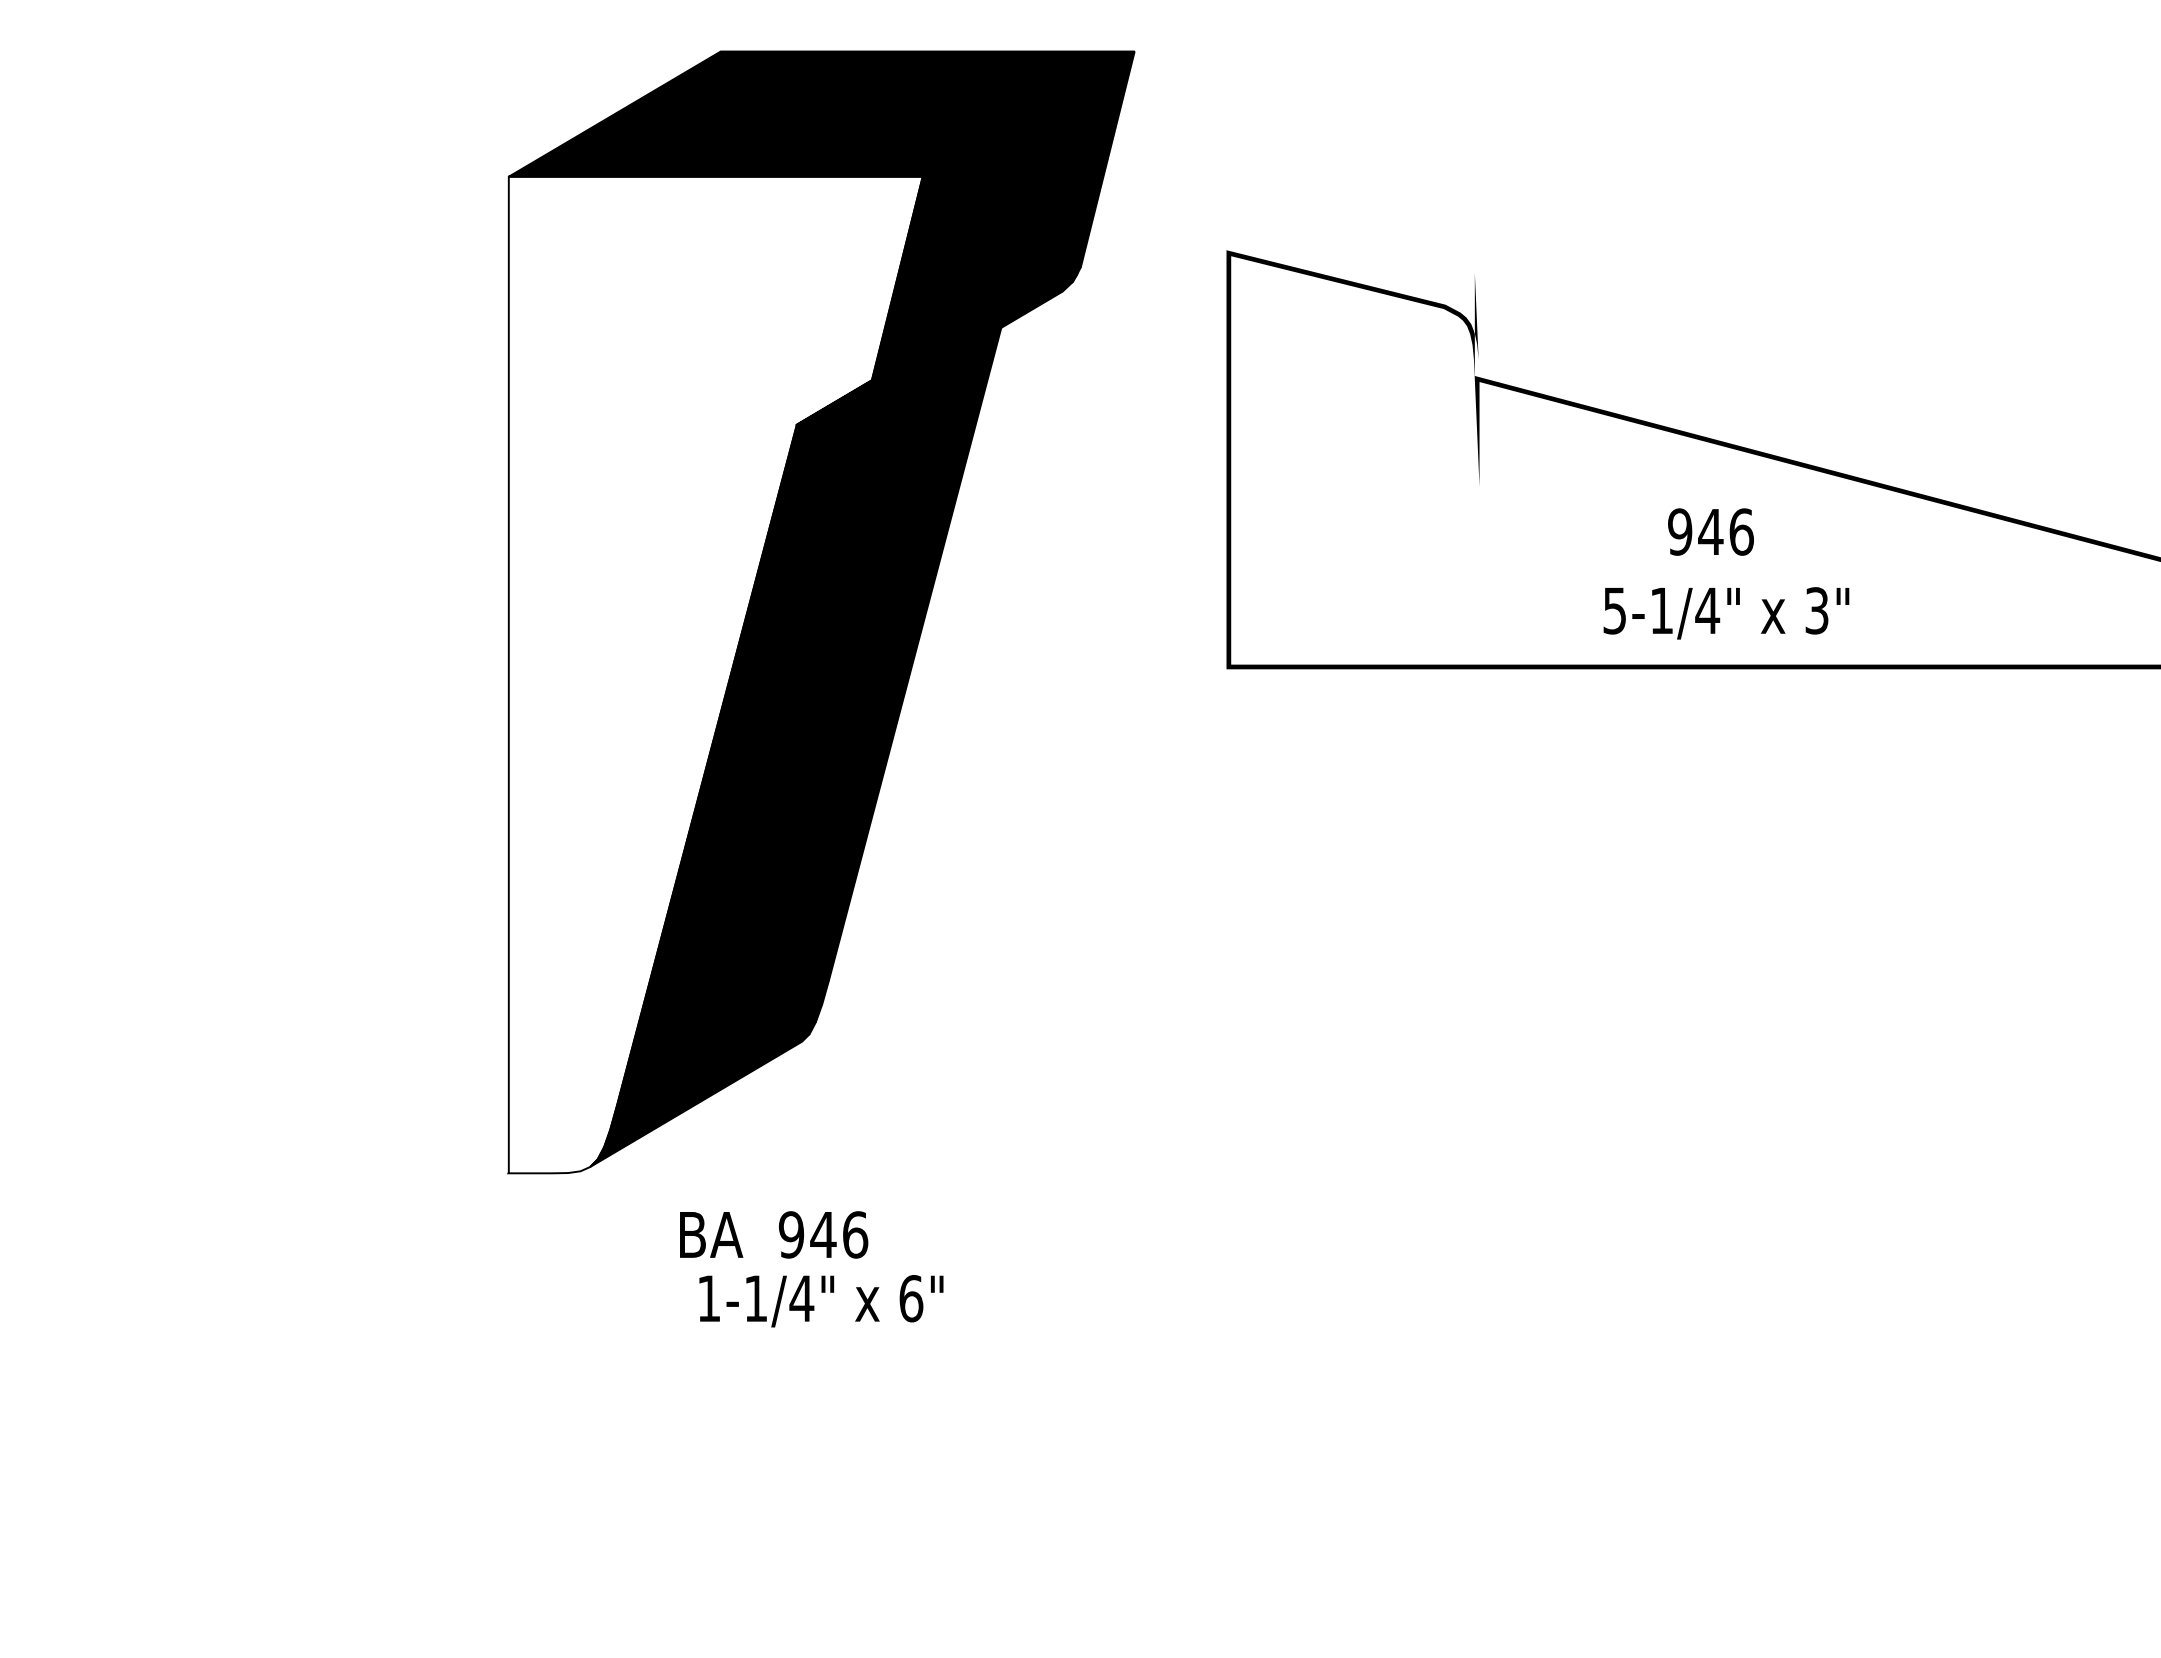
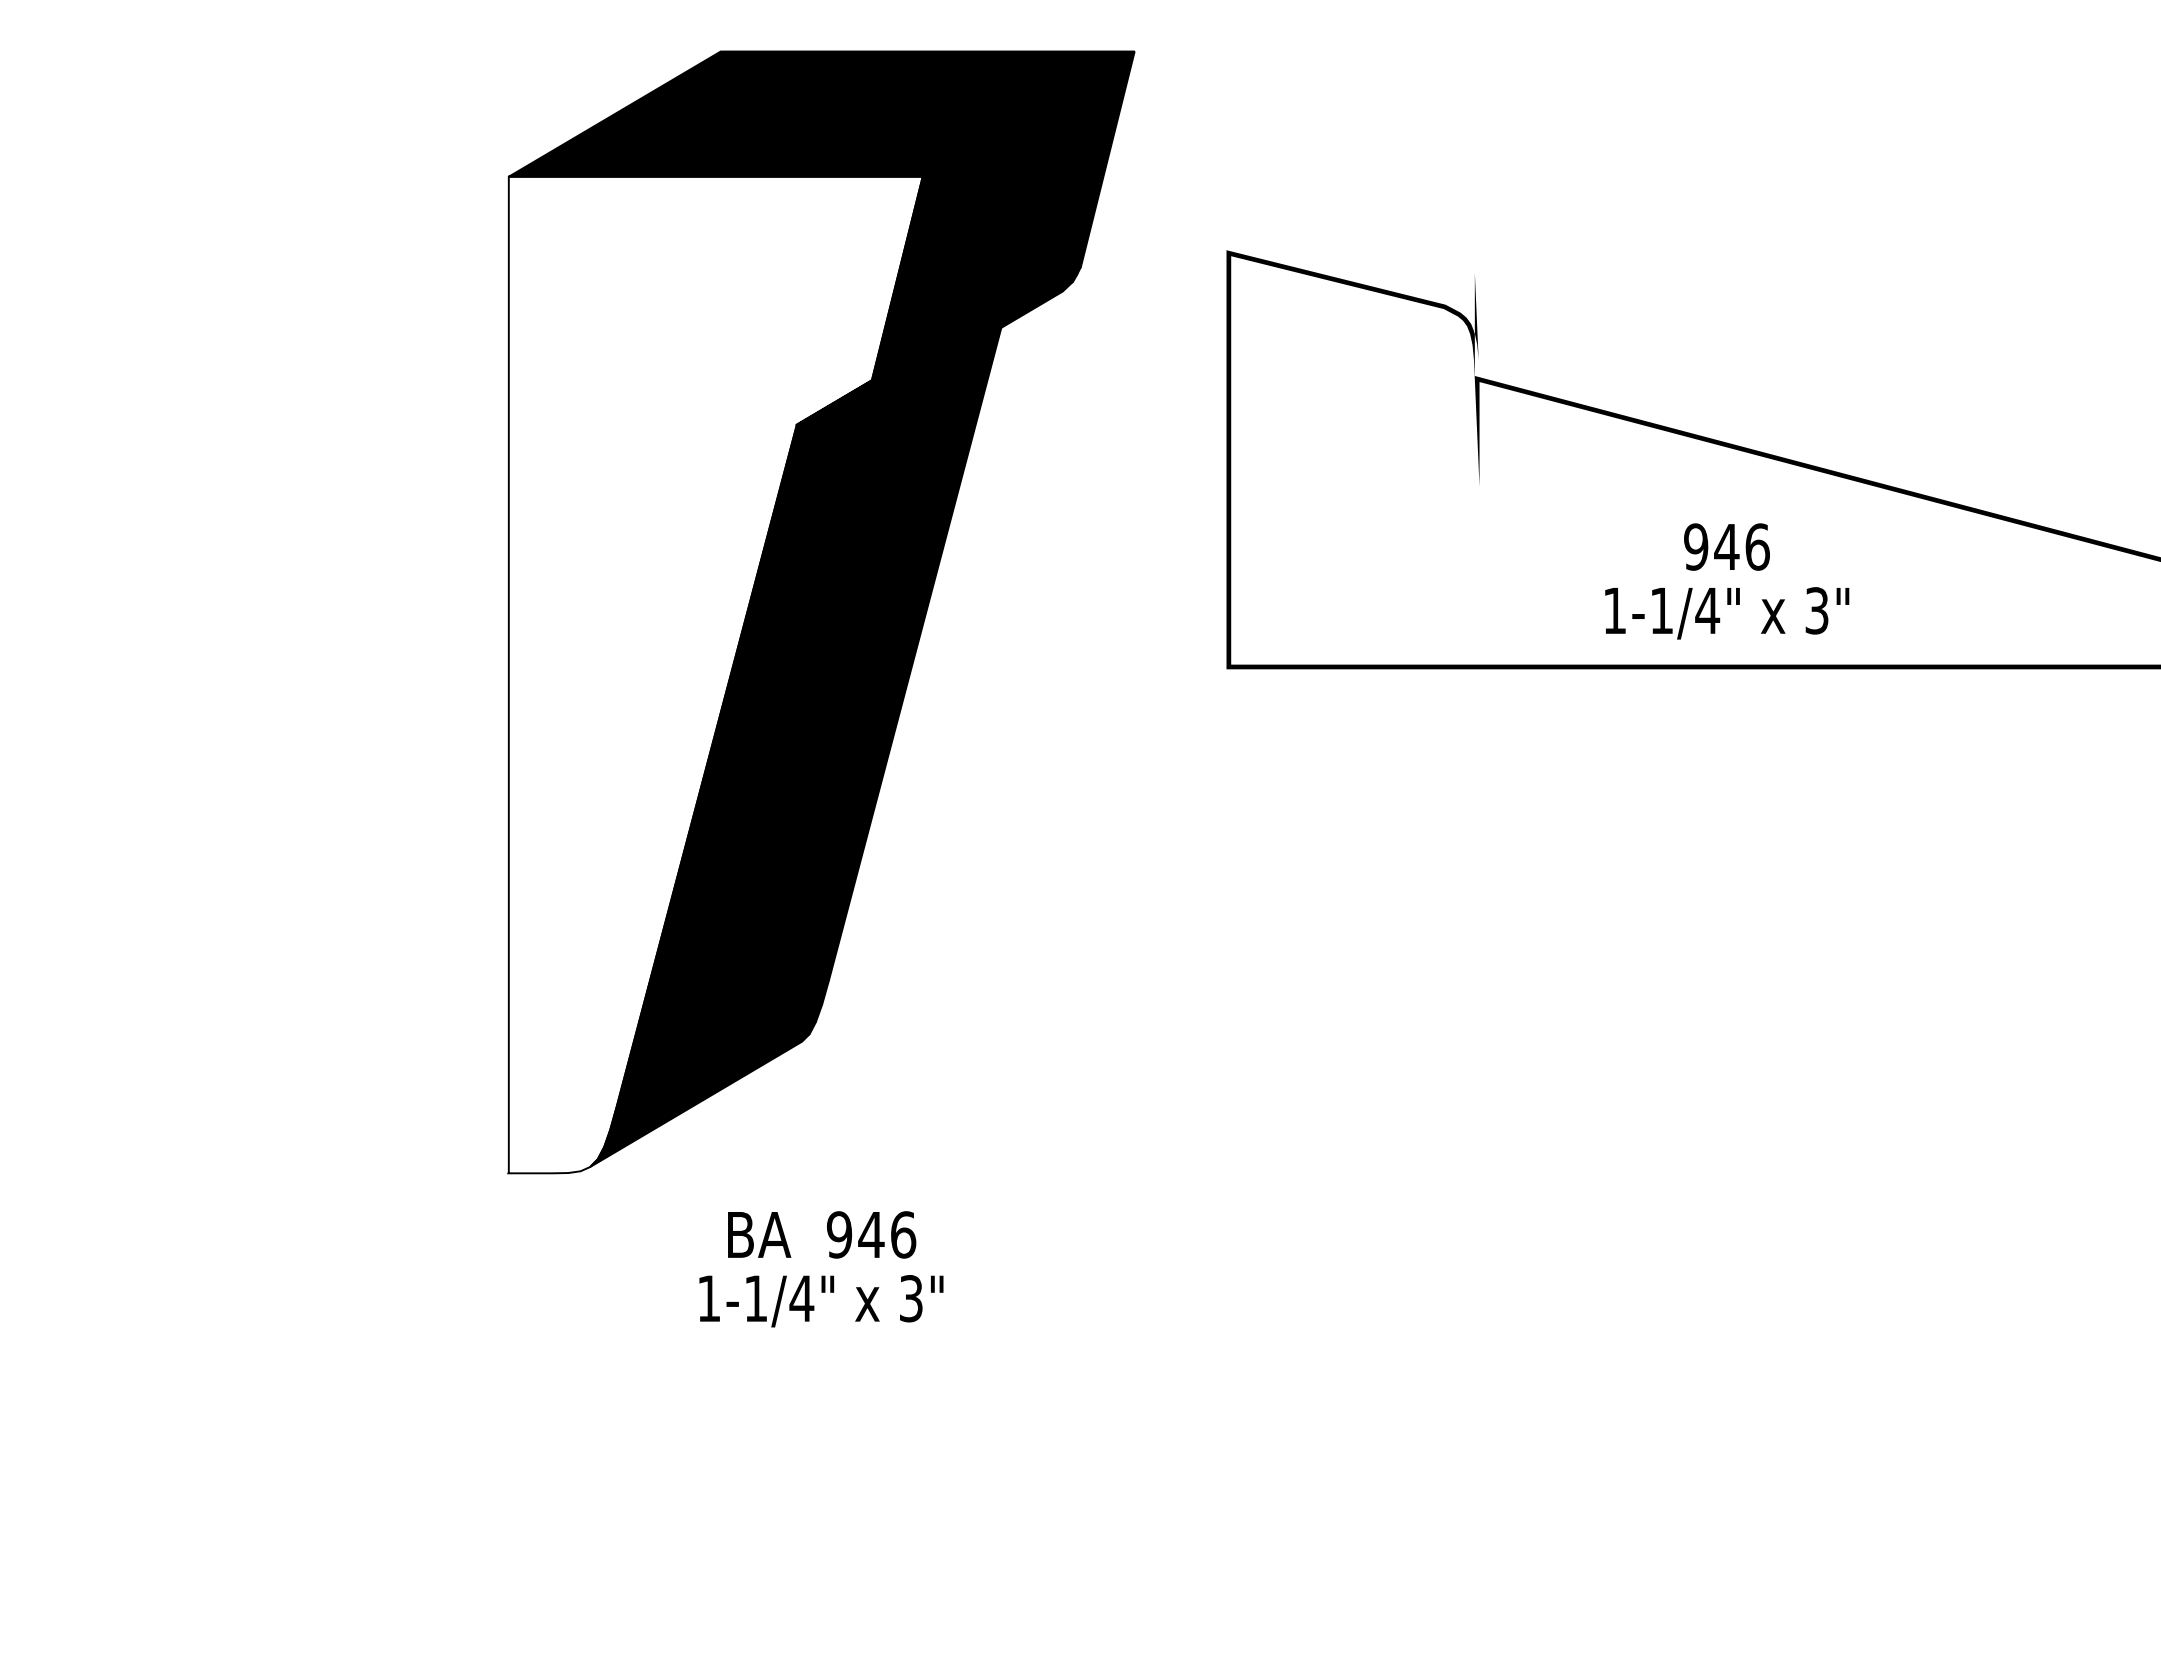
text at (1710, 531) position: (1710, 531) -> (1726, 546)
text at (1614, 610): 5-1/4" -> 1-1/4"
text at (774, 1234) position: (774, 1234) -> (822, 1234)
text at (911, 1298): 6" -> 3"
